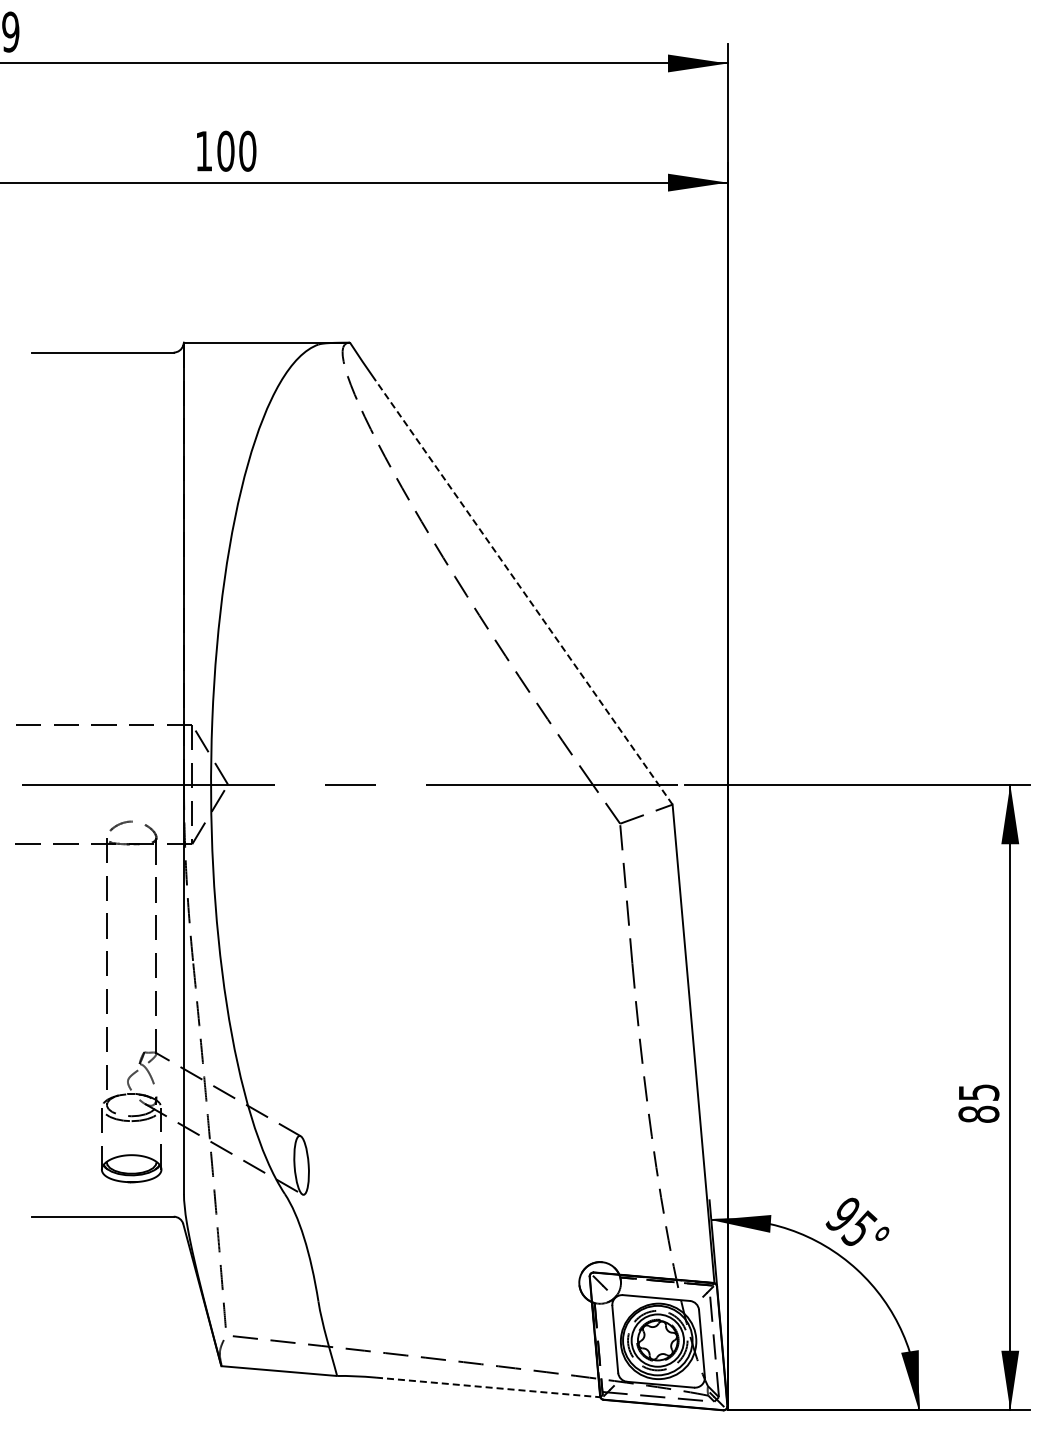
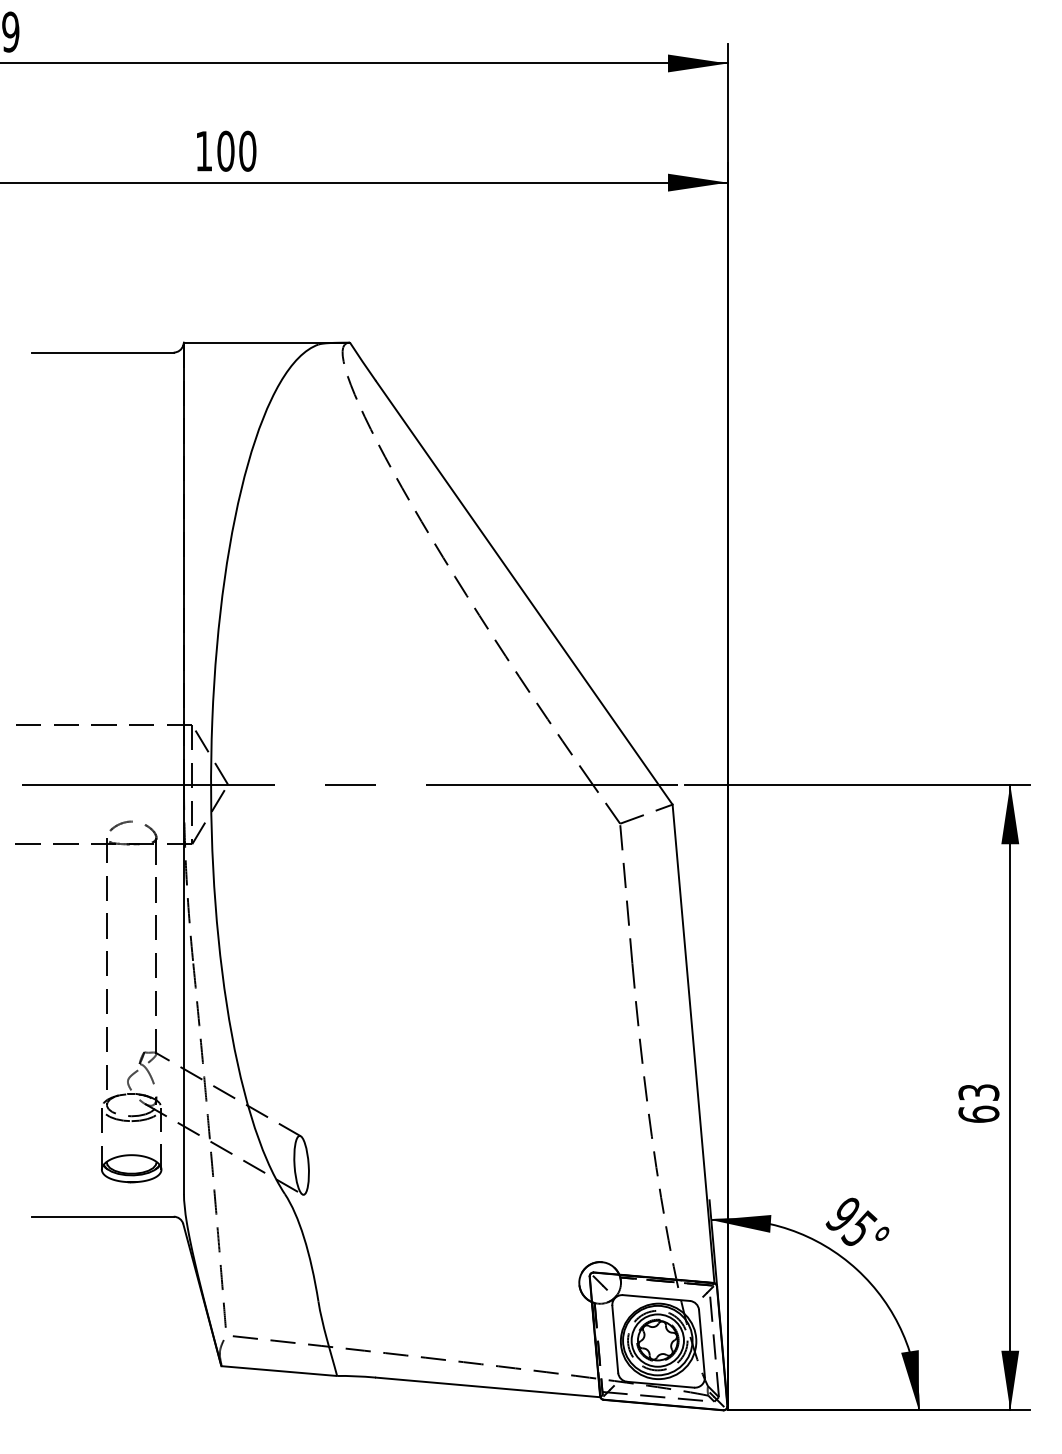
line at (524, 592): dashed -> solid
text at (978, 1103): 85 -> 63
line at (488, 1387): dashed -> solid
